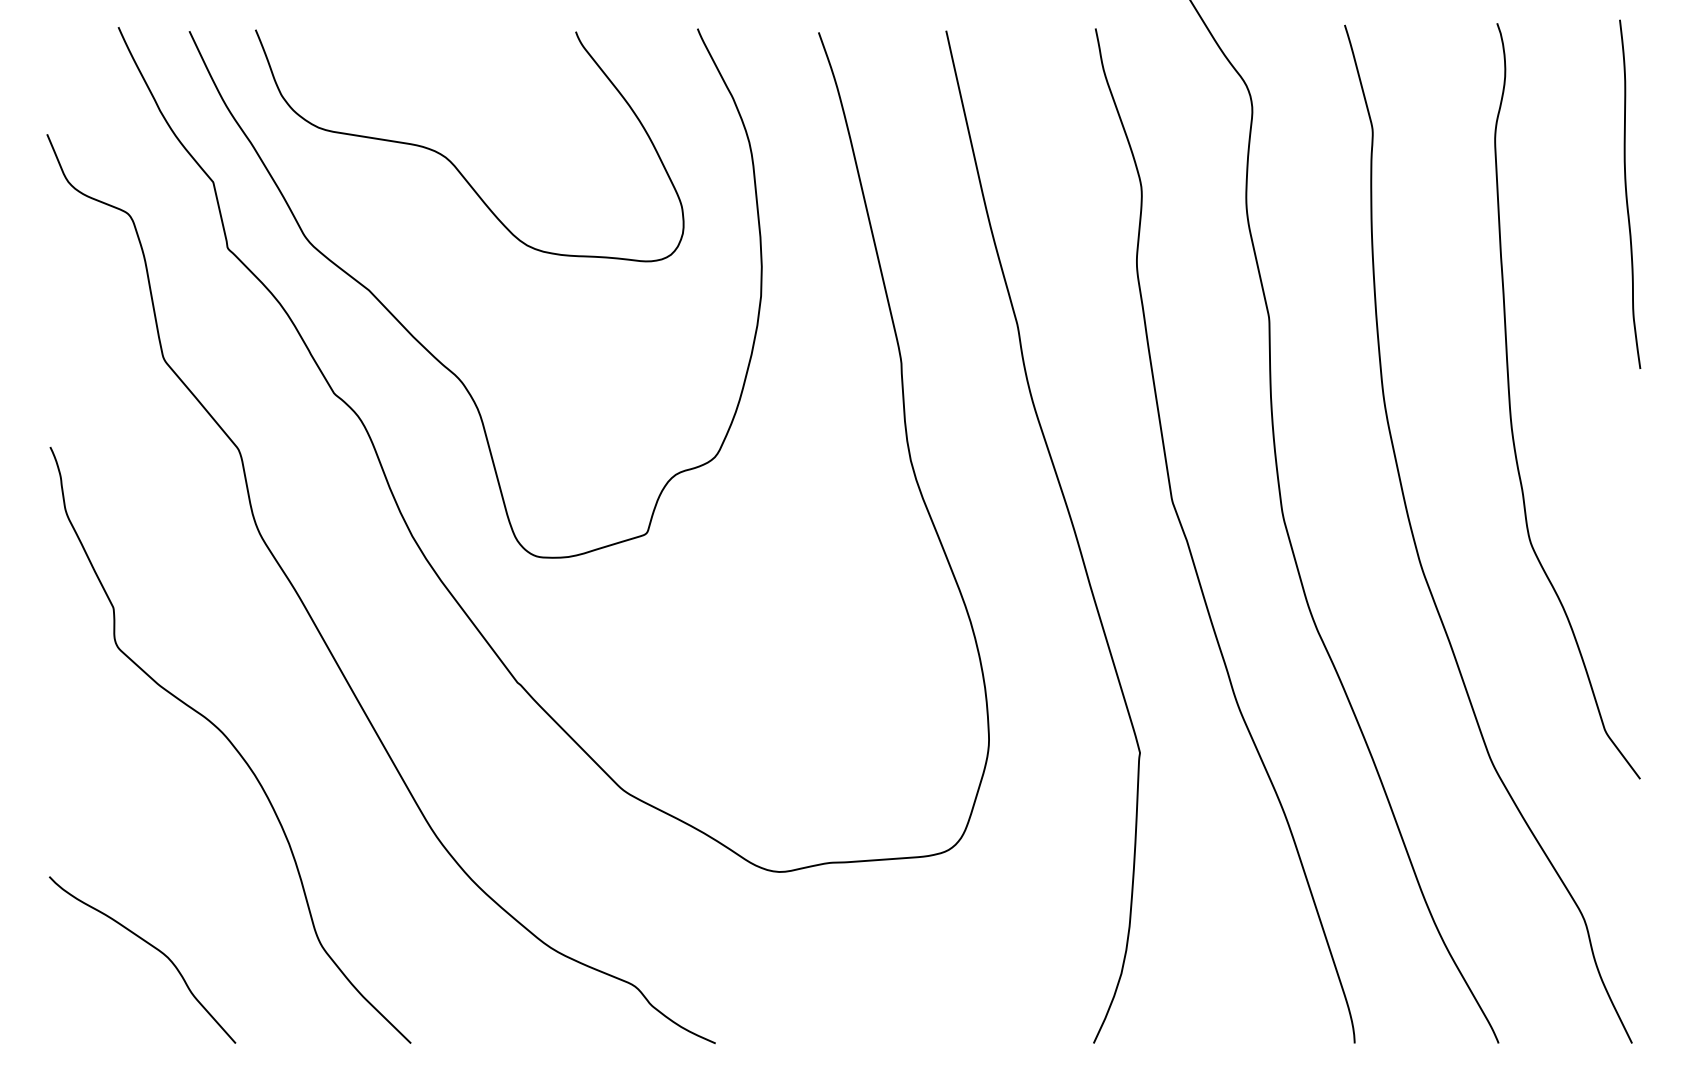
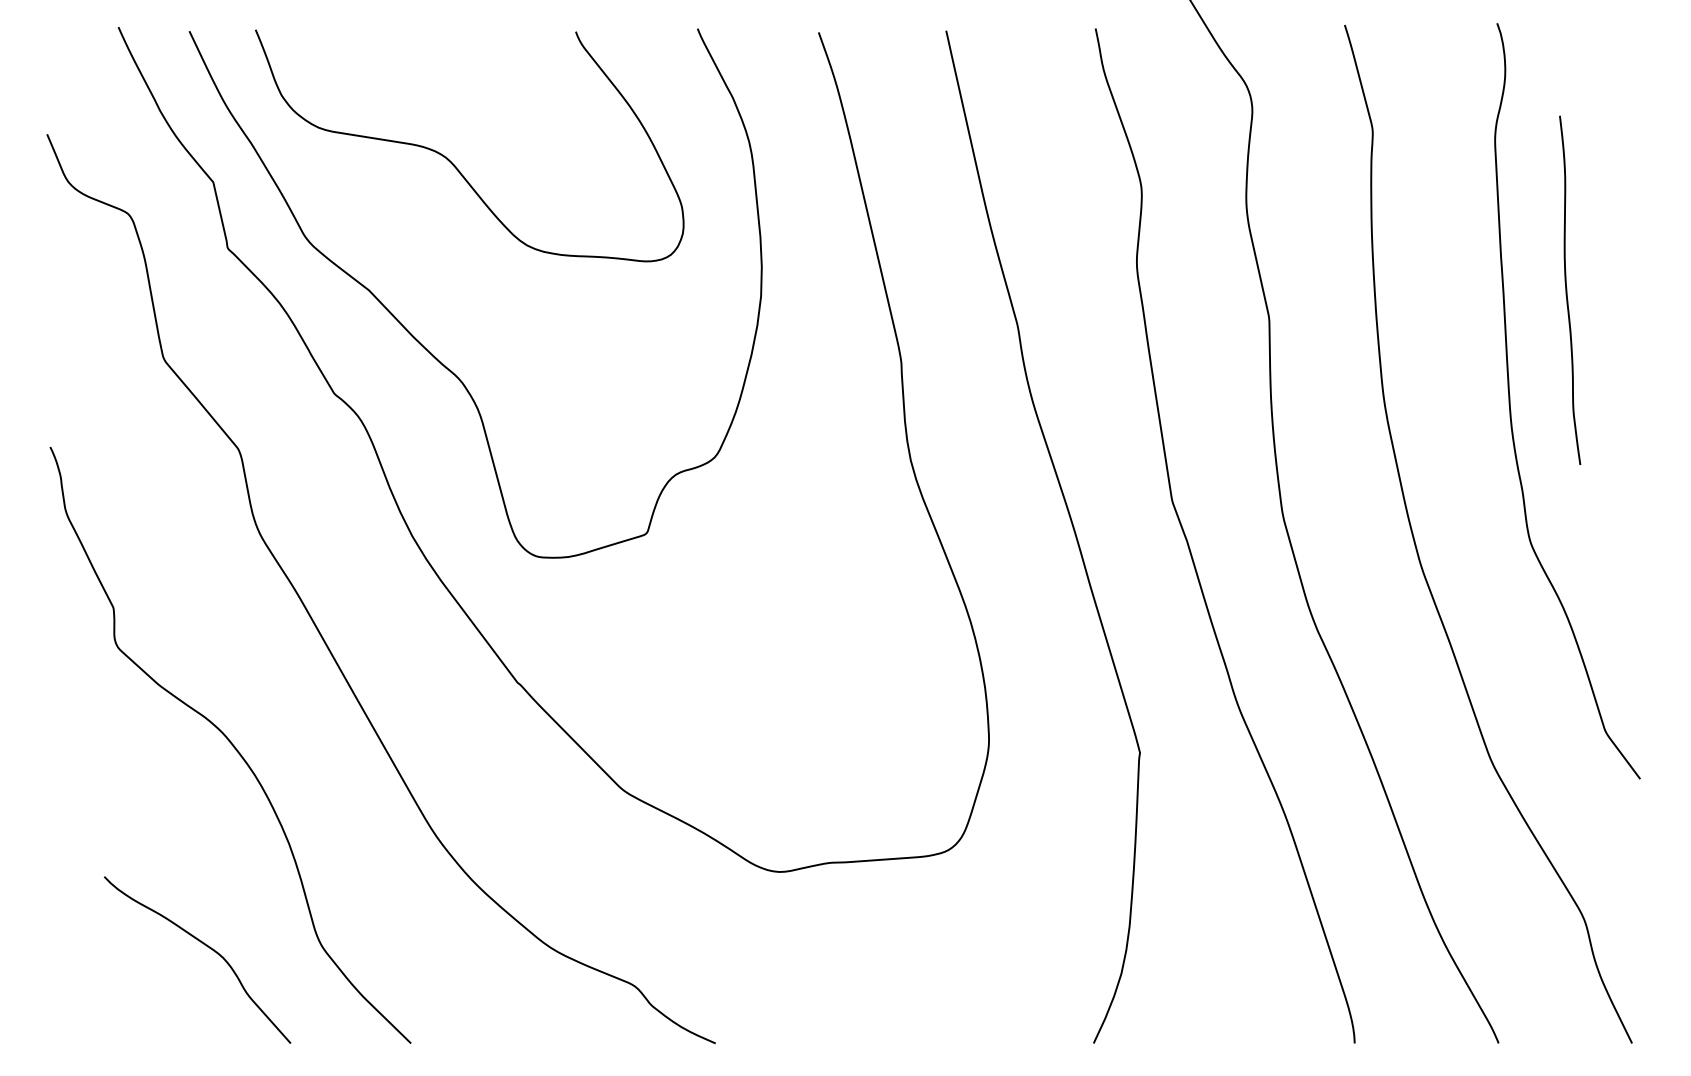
curve at (1627, 193) position: (1627, 193) -> (1567, 289)
curve at (152, 947) position: (152, 947) -> (207, 947)
